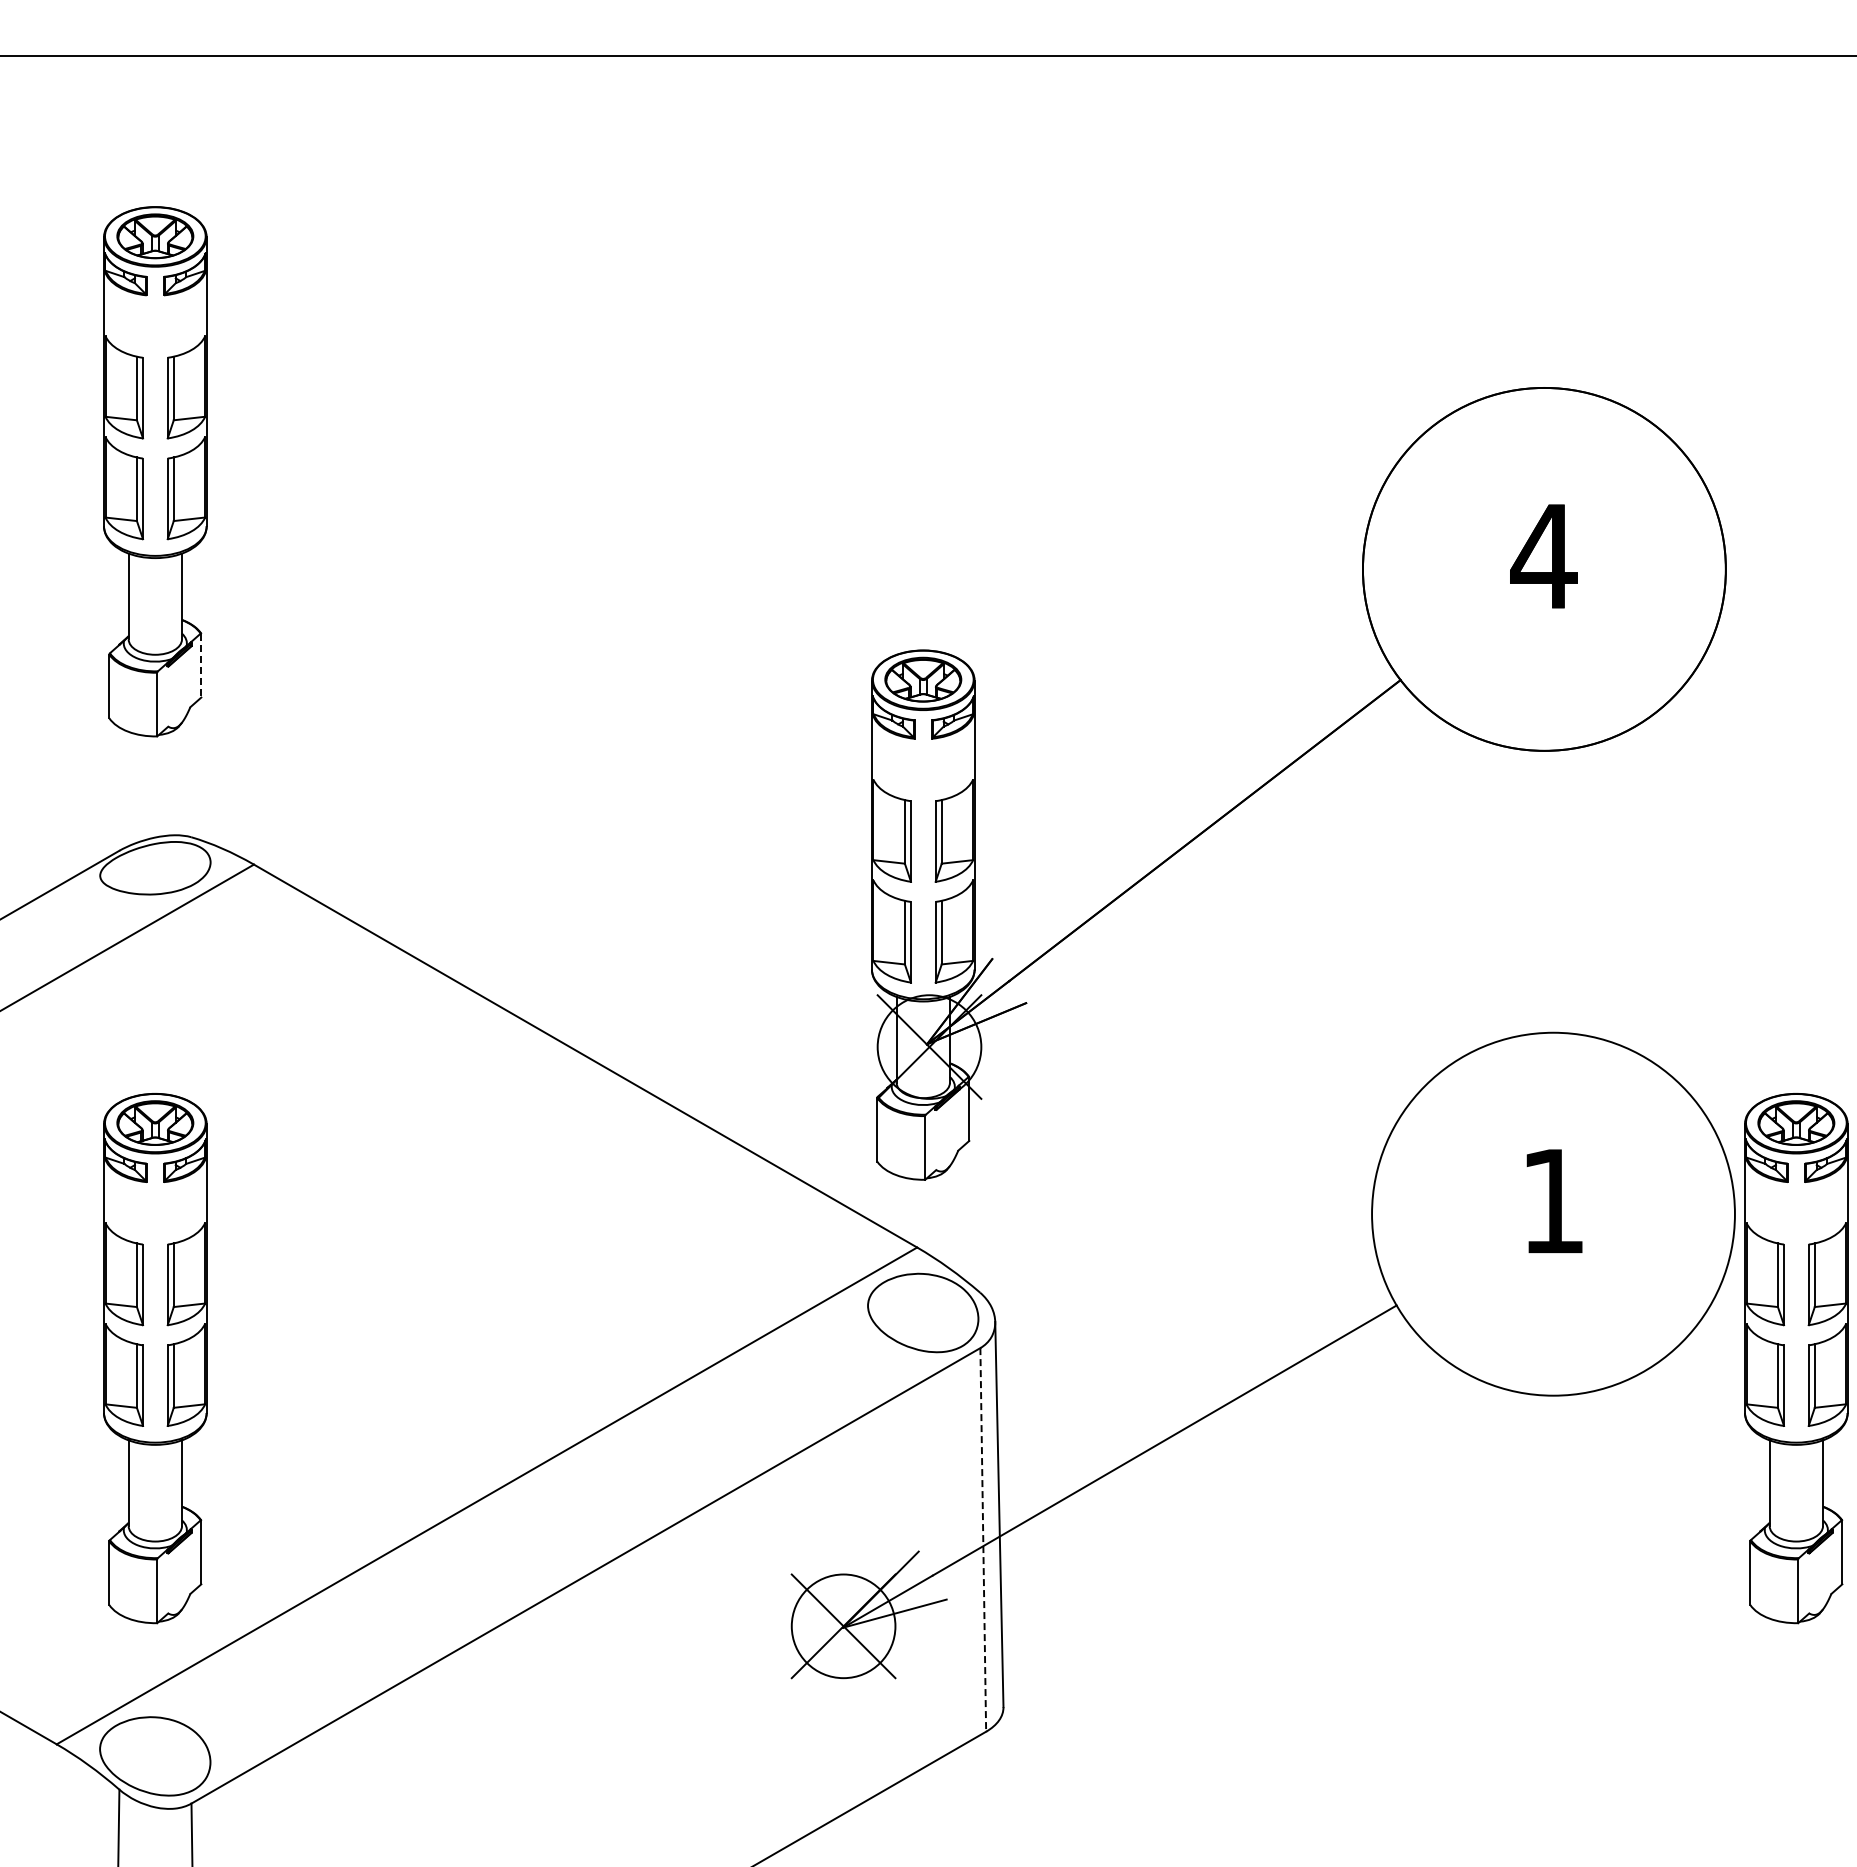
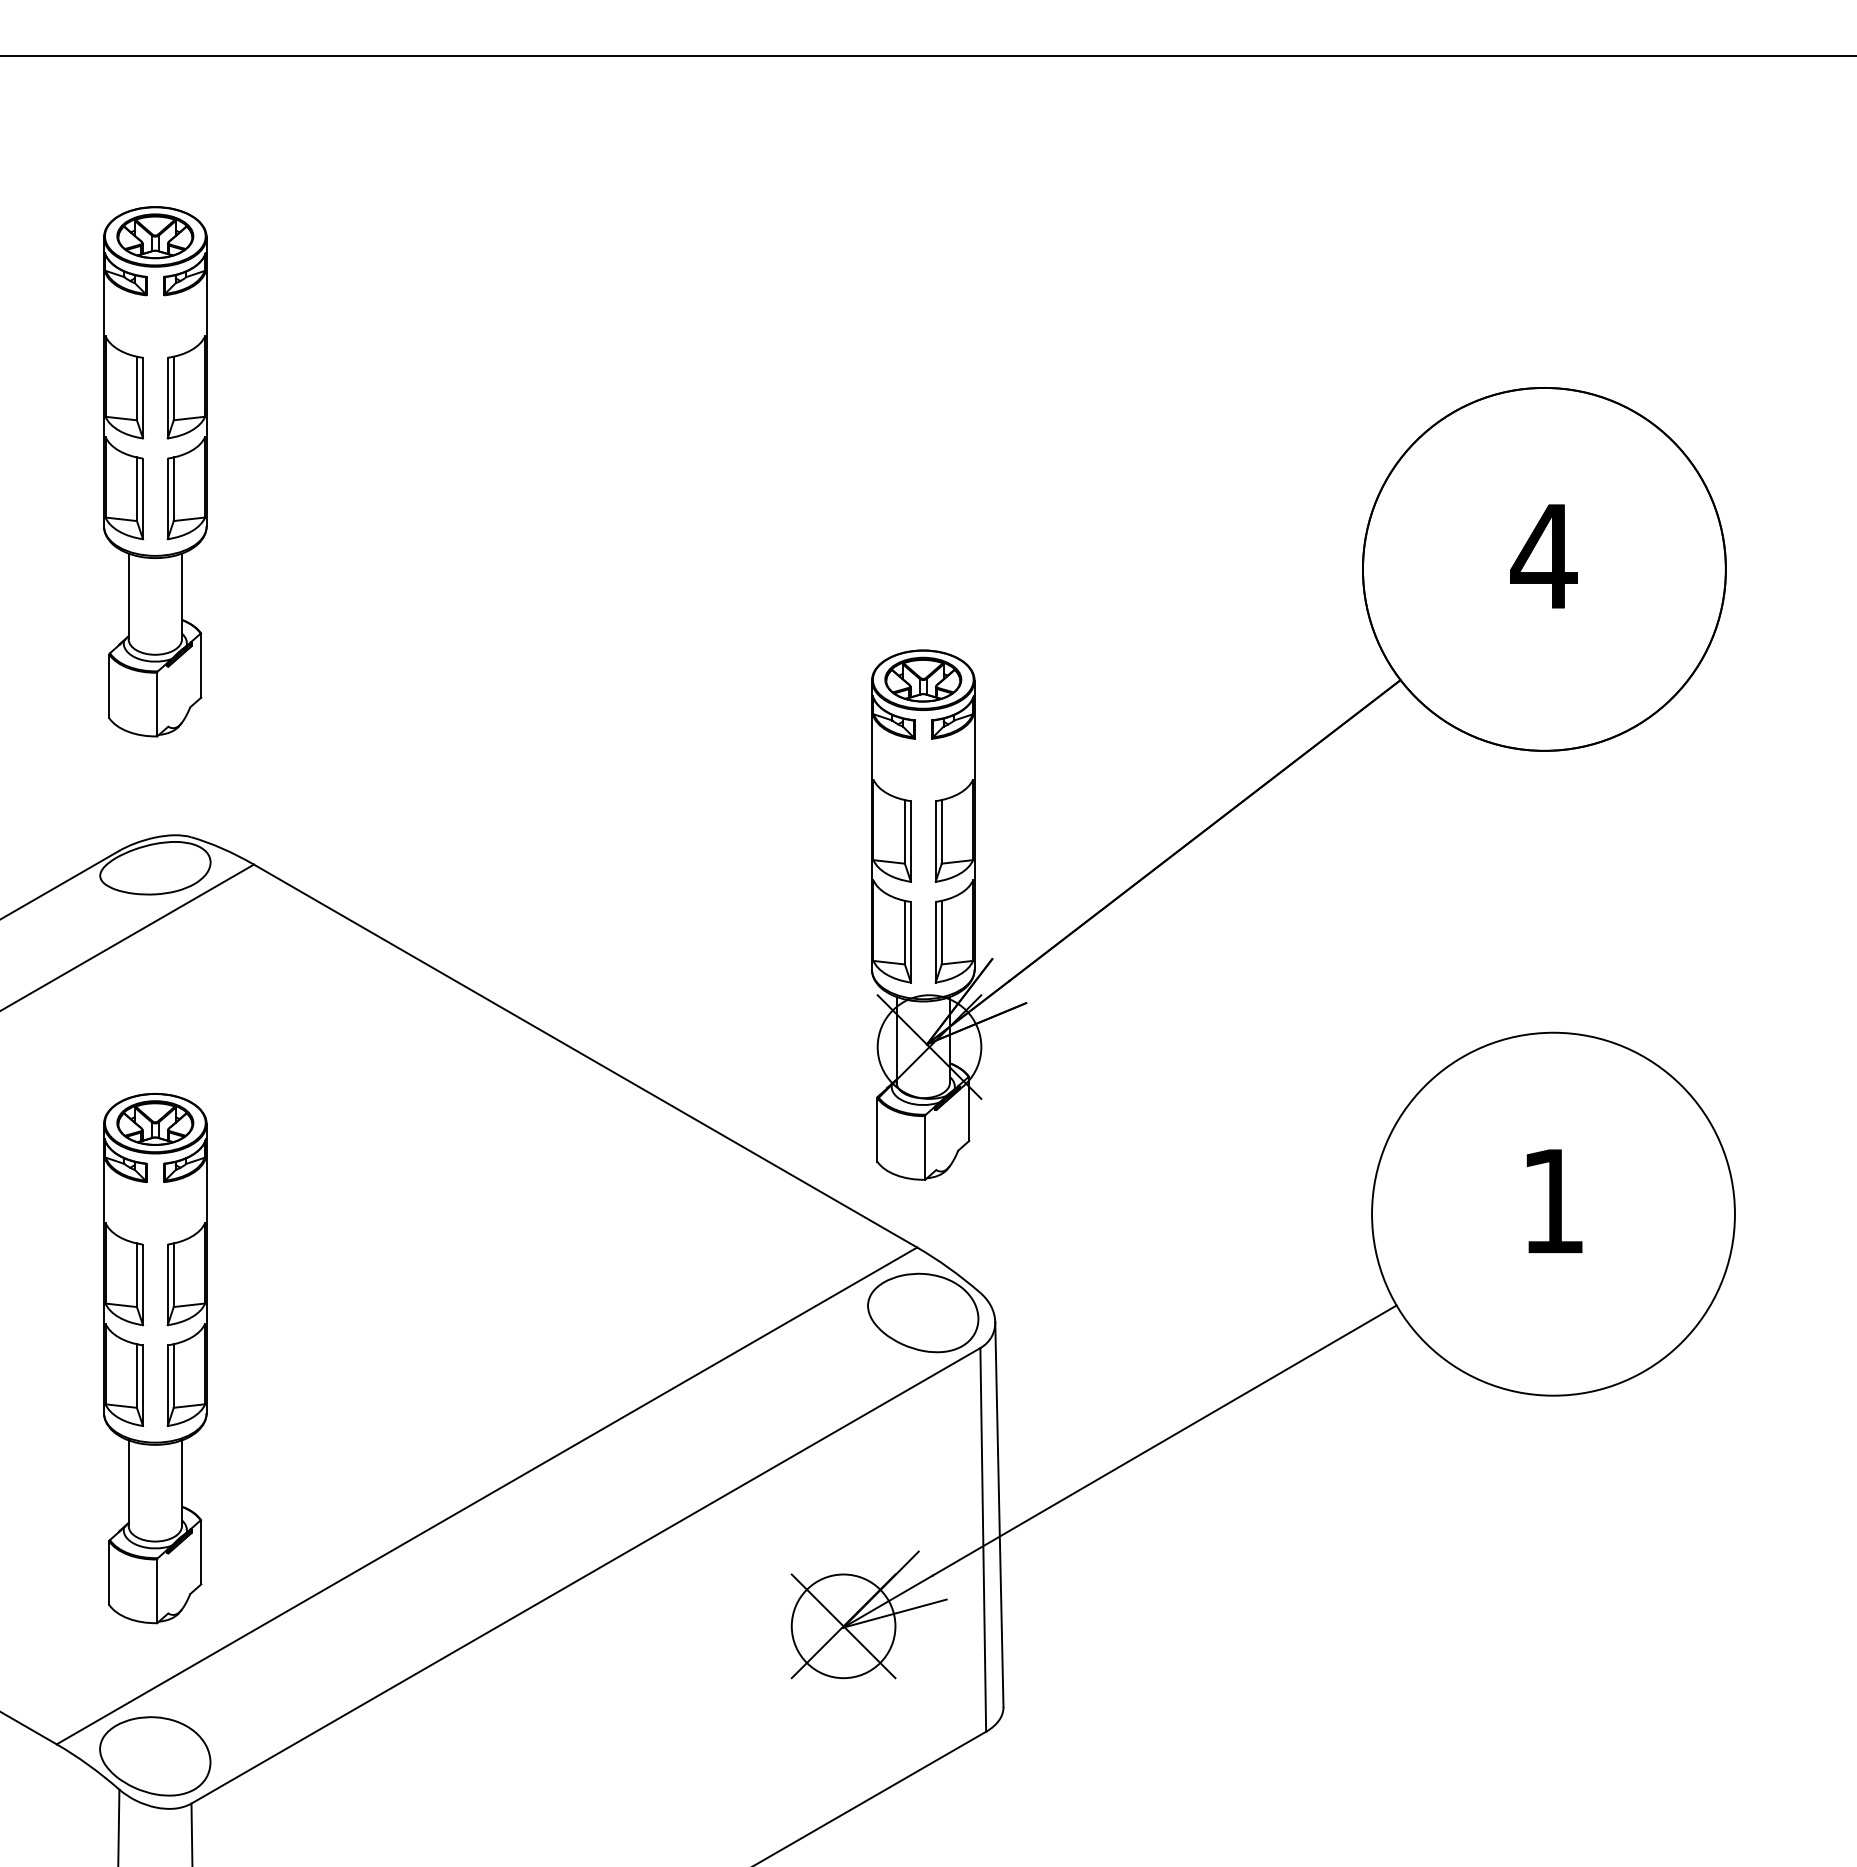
line at (201, 665): dashed -> solid
part at (1796, 1358): present -> none
line at (983, 1539): dashed -> solid
